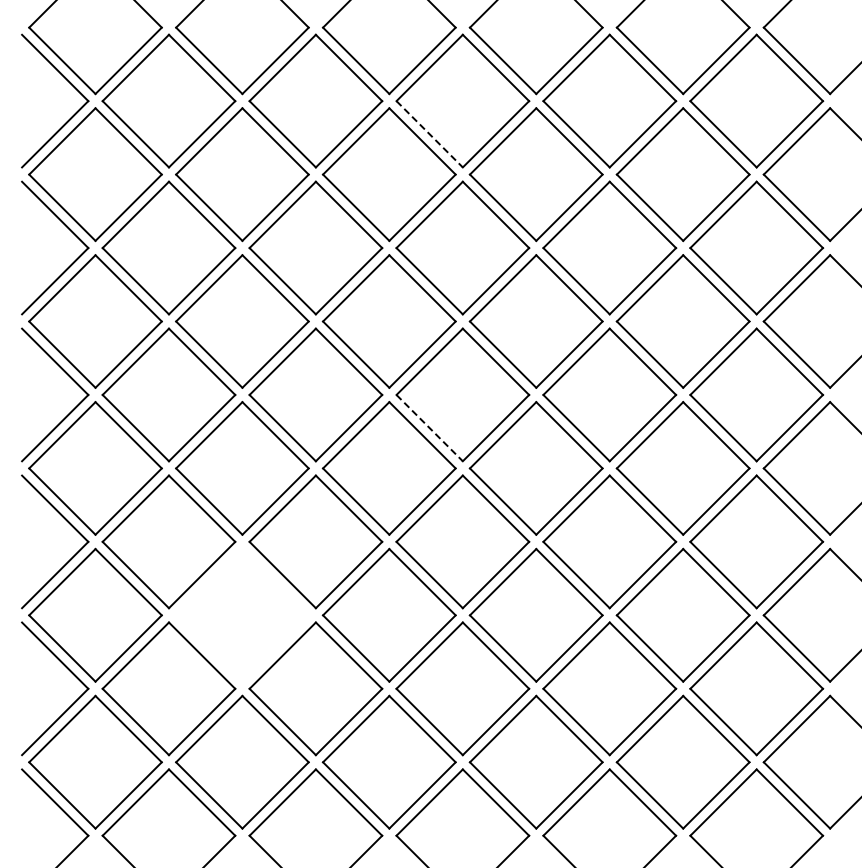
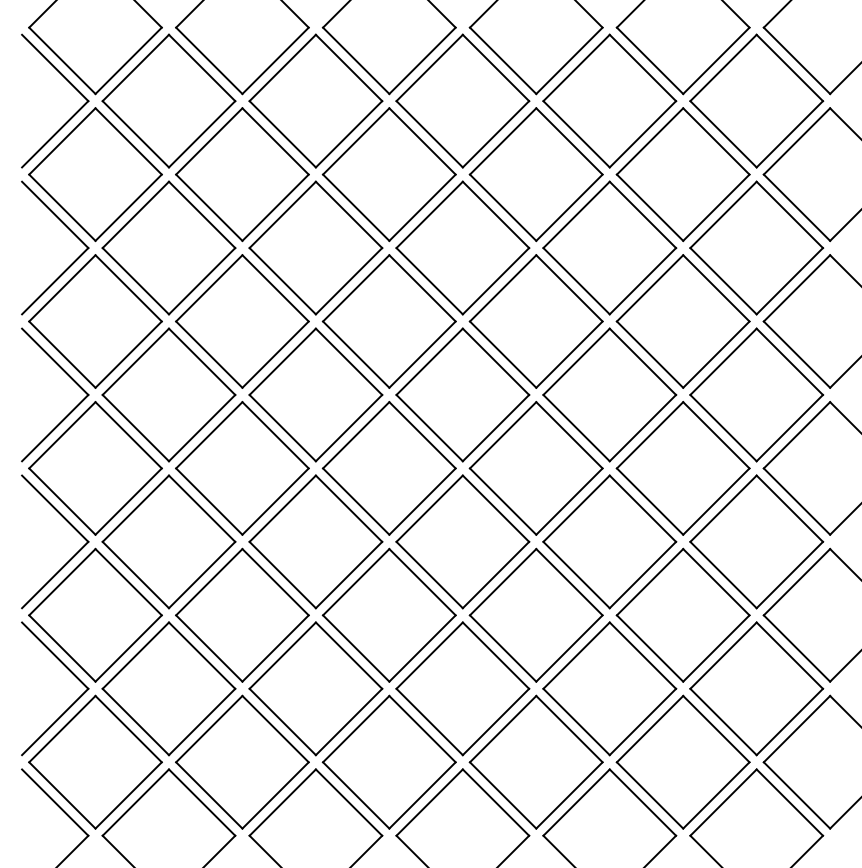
line at (429, 134): dashed -> solid
line at (429, 428): dashed -> solid
part at (242, 614): none -> present
